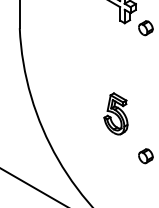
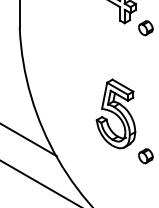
part at (115, 113) size: 26x44 px -> 42x72 px
line at (29, 140): none -> present
line at (32, 186) position: (32, 186) -> (39, 182)
